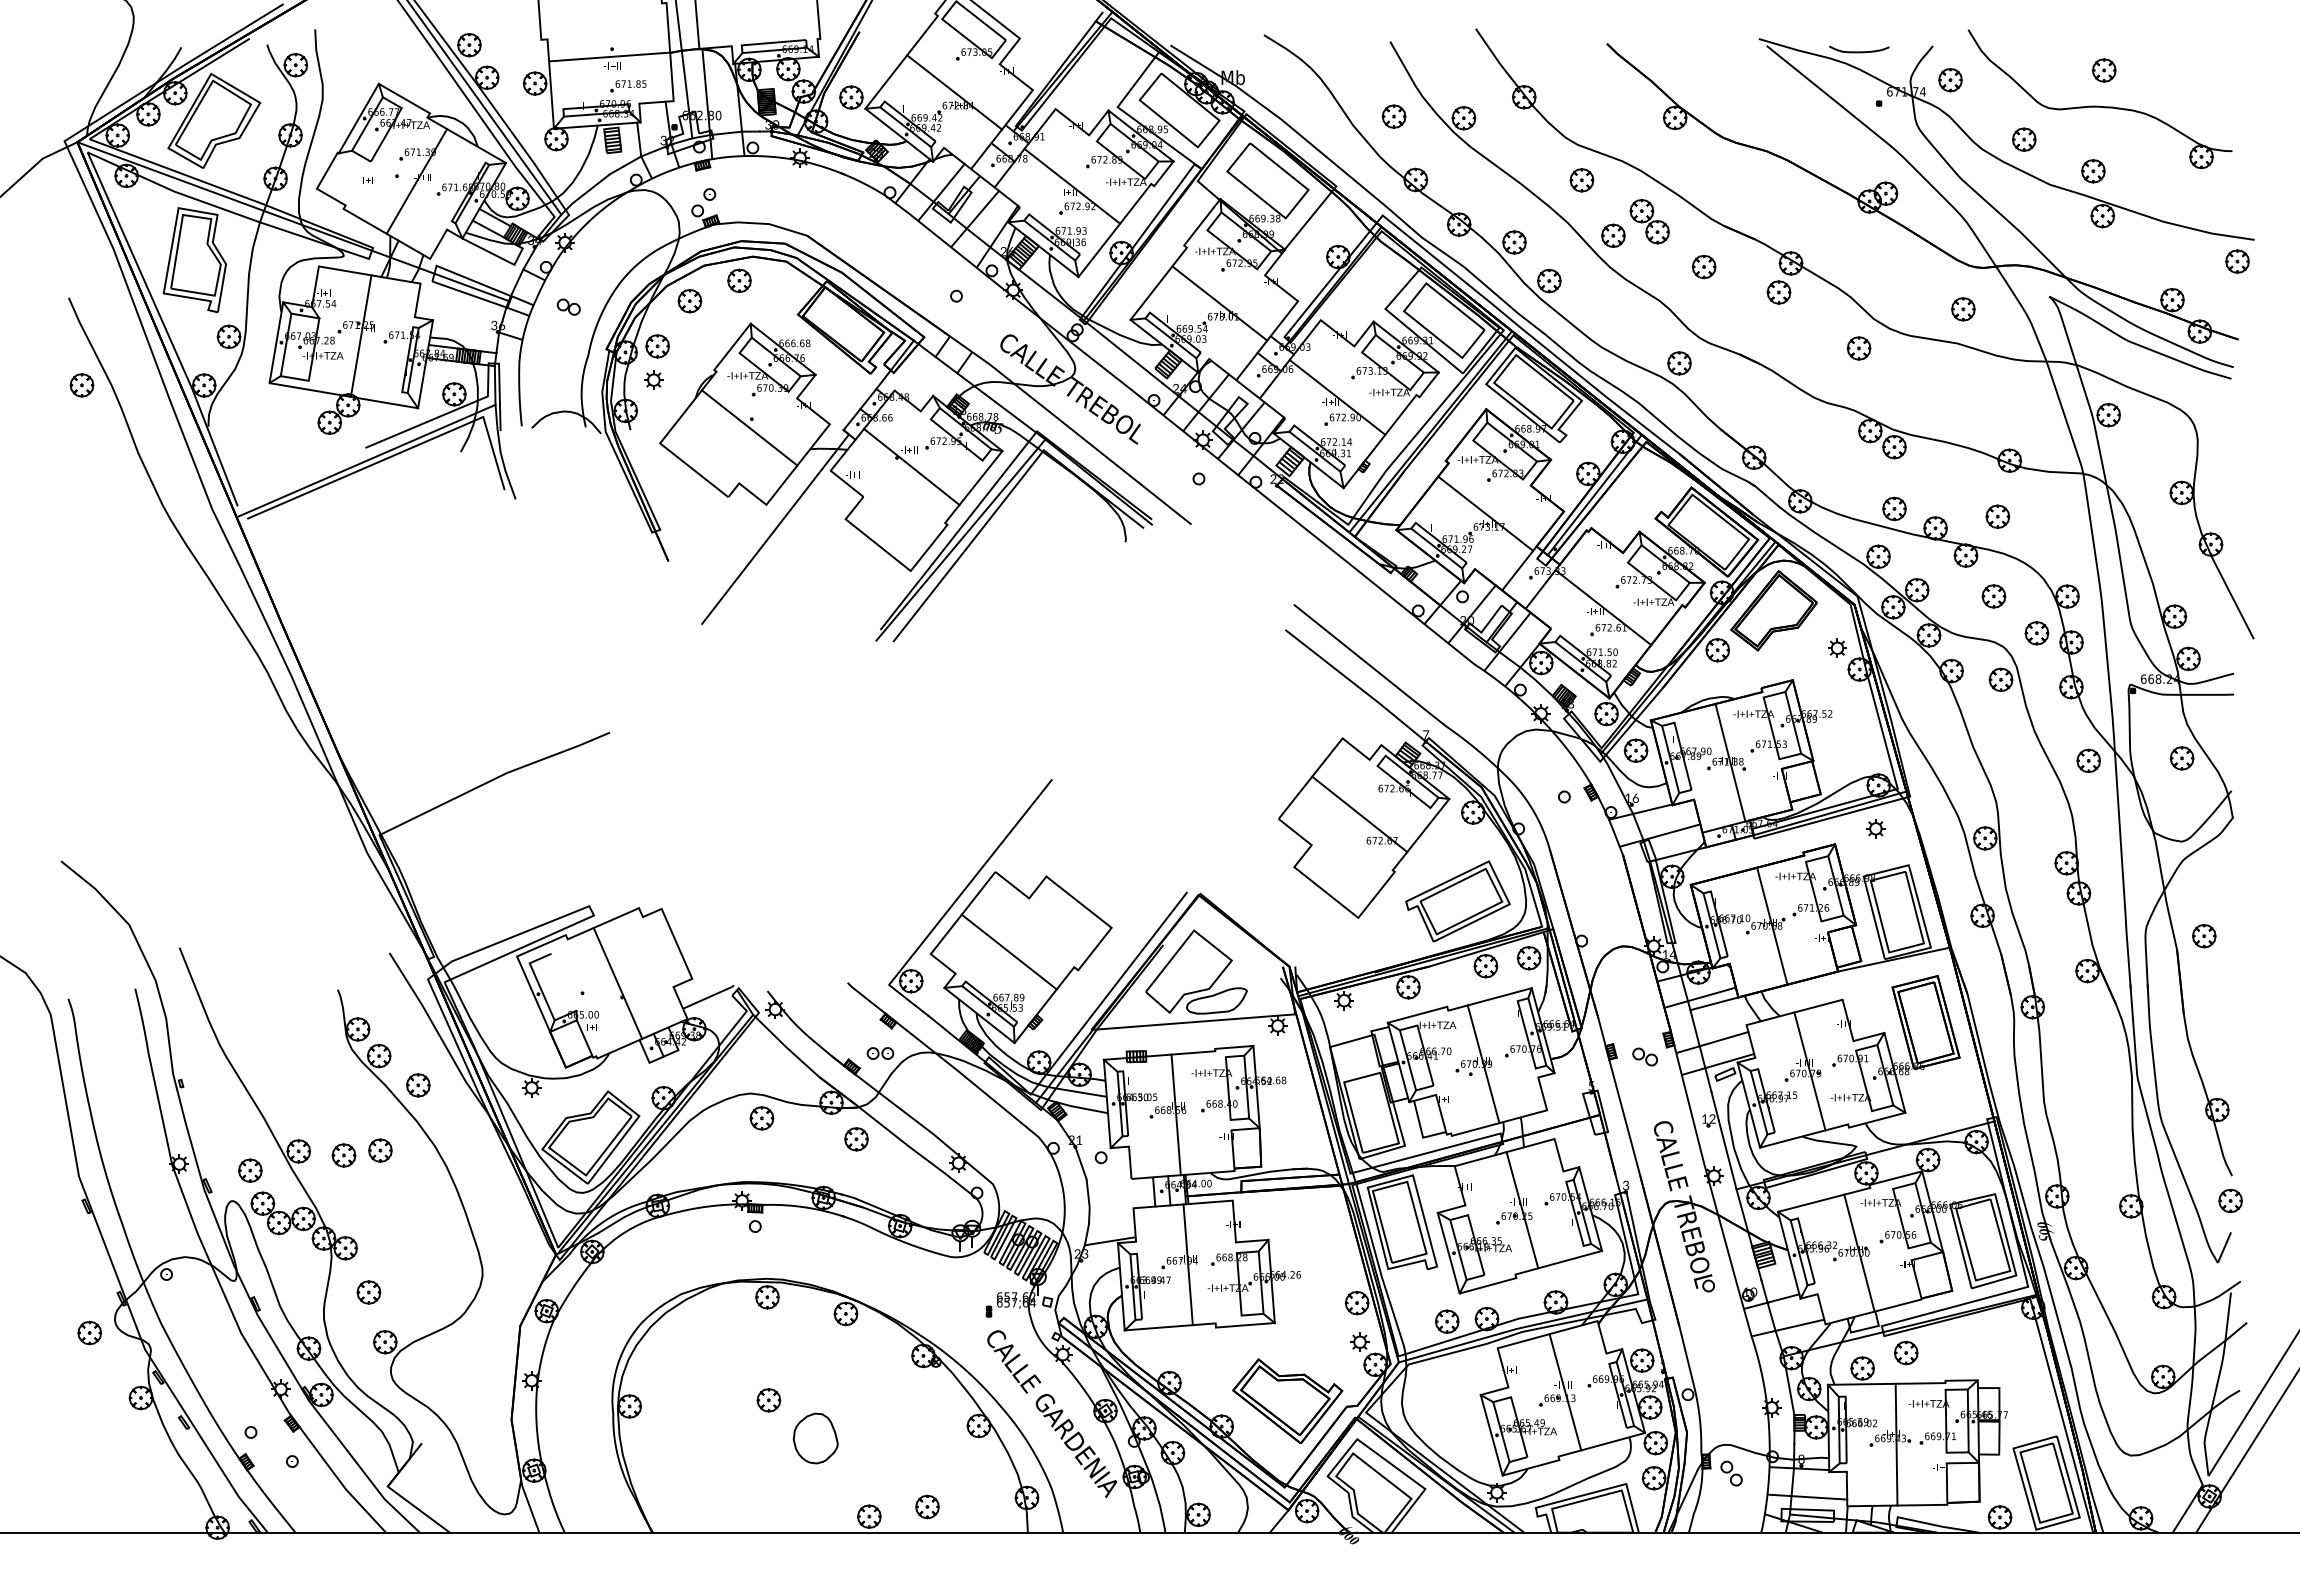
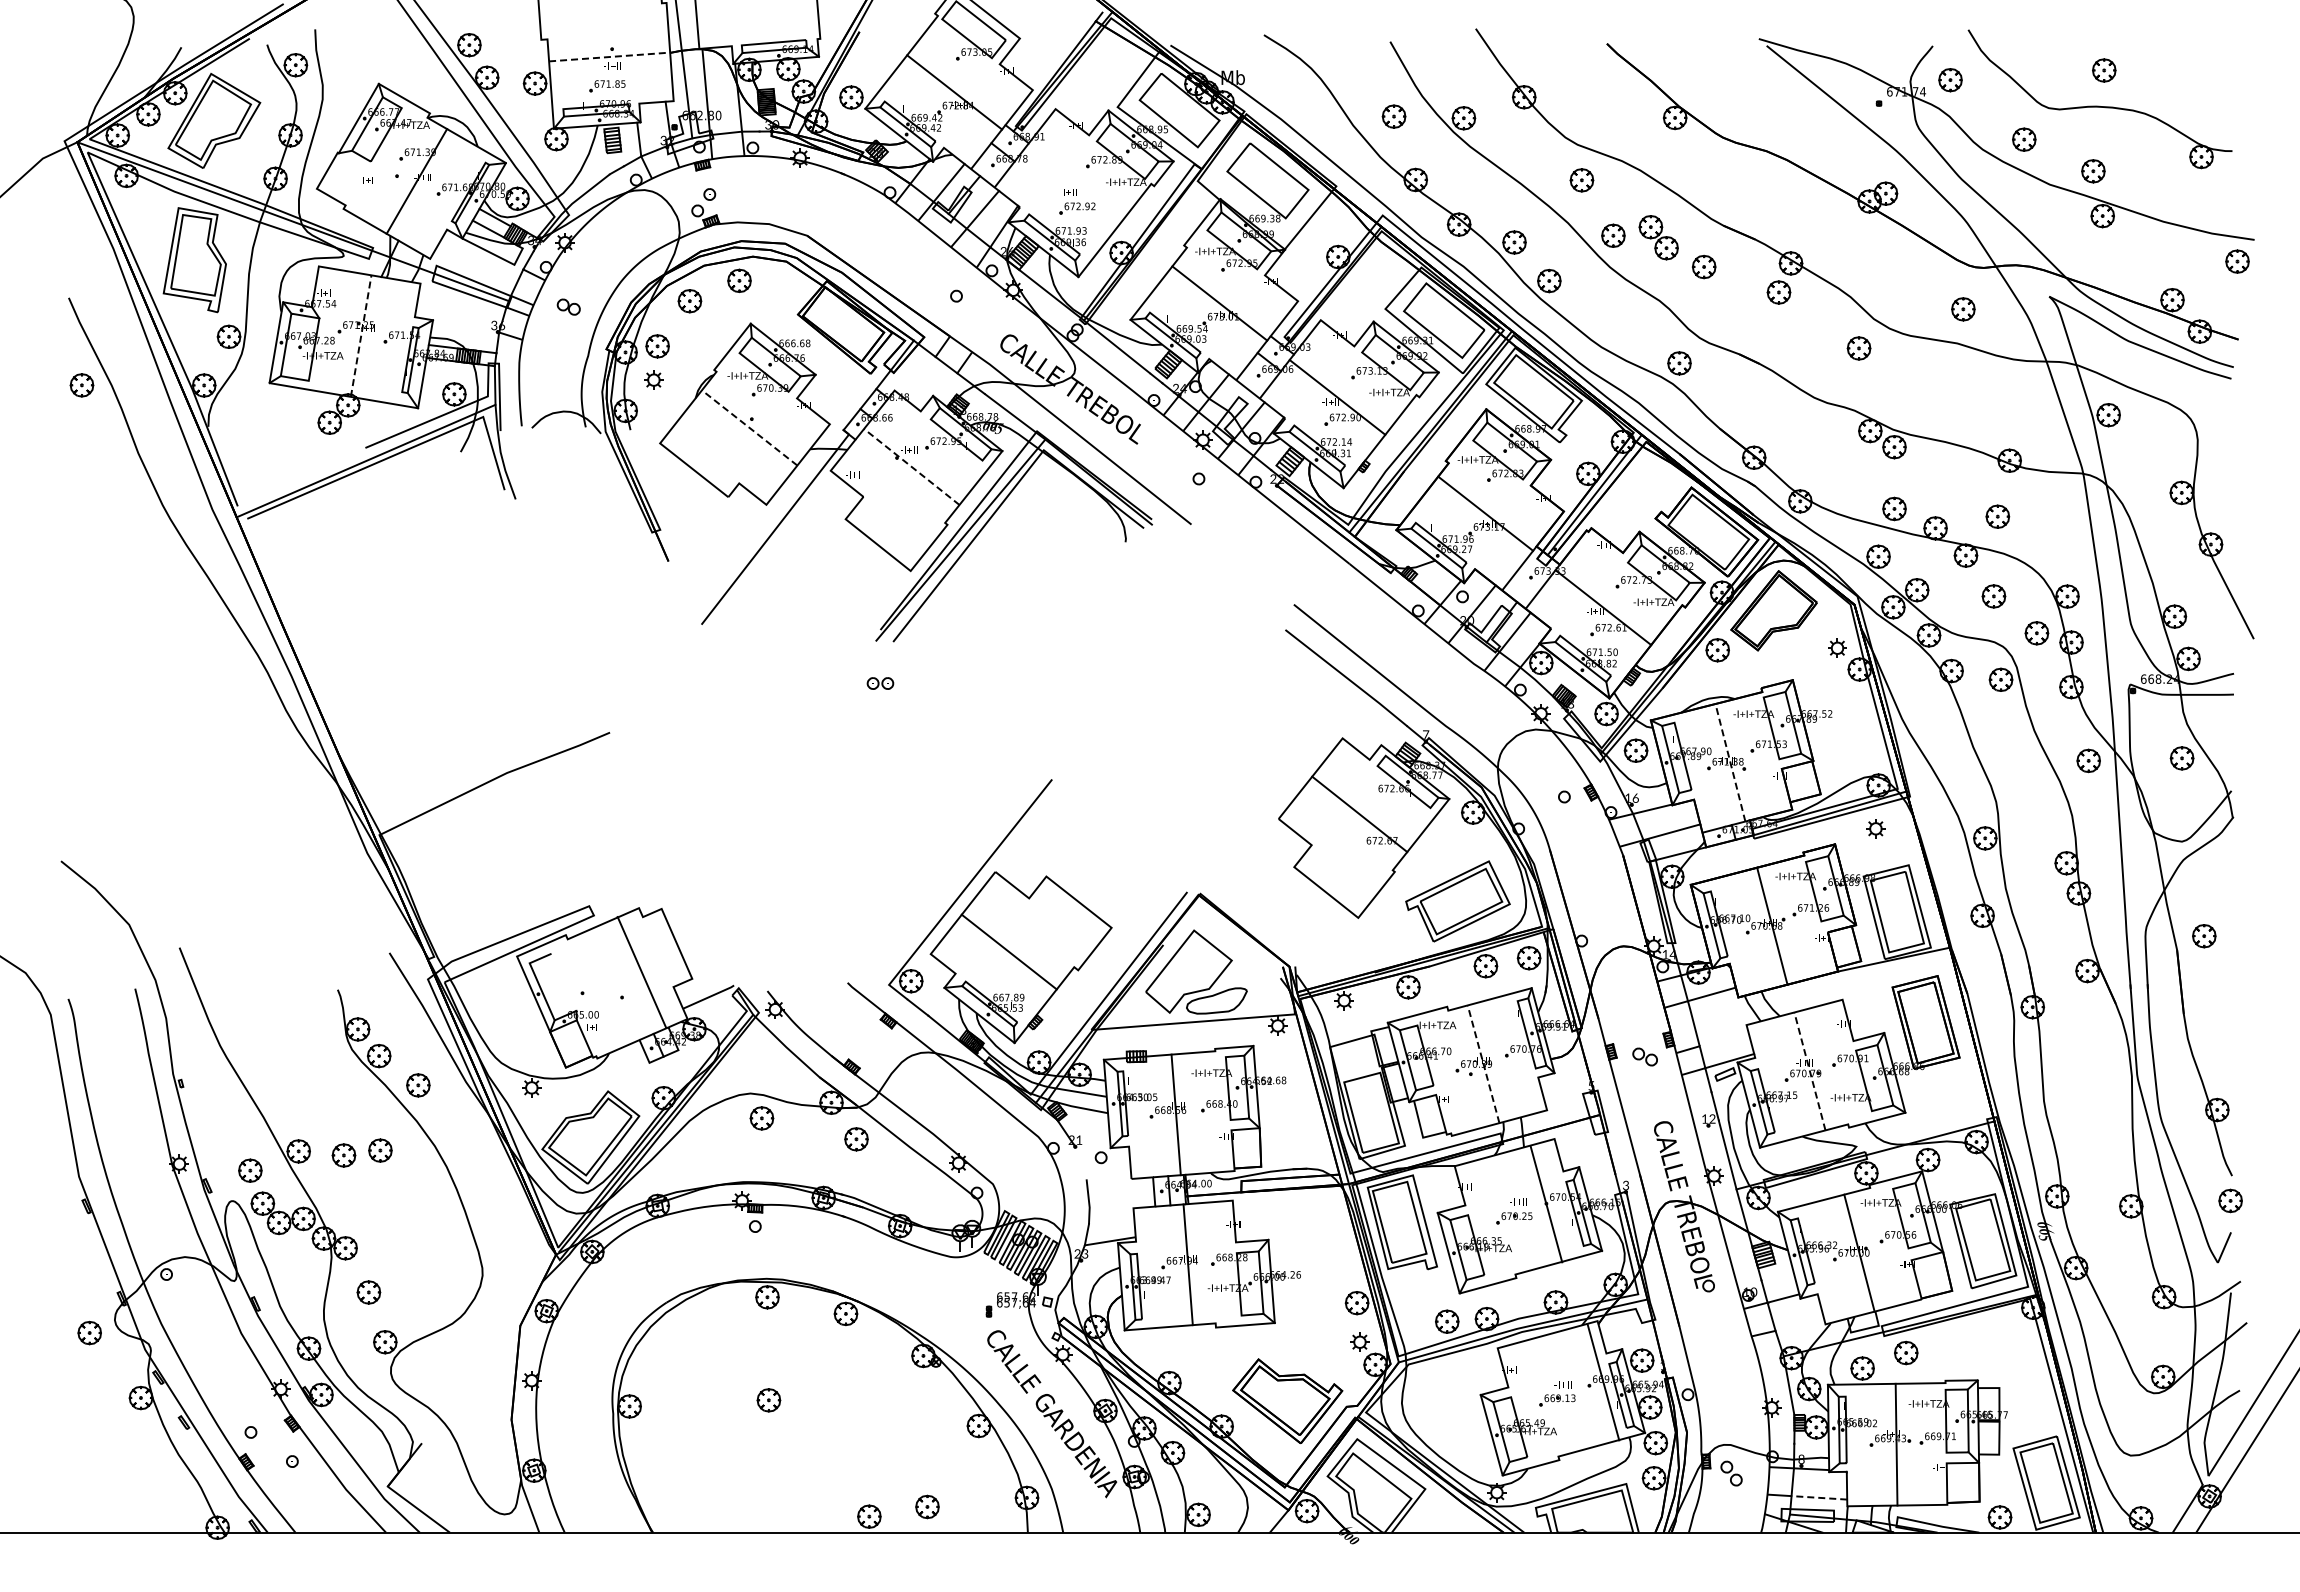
curve at (1859, 51): present -> none
line at (609, 57): solid -> dashed
part at (628, 86) position: (628, 86) -> (607, 86)
line at (484, 108): present -> none
line at (1072, 185): present -> none
part at (1649, 221) position: (1649, 221) -> (1658, 237)
line at (361, 336): solid -> dashed
line at (749, 427): solid -> dashed
line at (911, 466): solid -> dashed
line at (1730, 762): solid -> dashed
line at (617, 983) position: (617, 983) -> (641, 972)
line at (1714, 1003): present -> none
line at (1723, 1039): present -> none
part at (880, 1053) position: (880, 1053) -> (880, 683)
line at (1483, 1064): solid -> dashed
line at (1809, 1071): solid -> dashed
line at (1080, 1162): present -> none
line at (1522, 1210) position: (1522, 1210) -> (1546, 1204)
line at (1799, 1324): present -> none
line at (1565, 1392) position: (1565, 1392) -> (1603, 1382)
part at (815, 1438): present -> none
line at (1819, 1497): solid -> dashed
